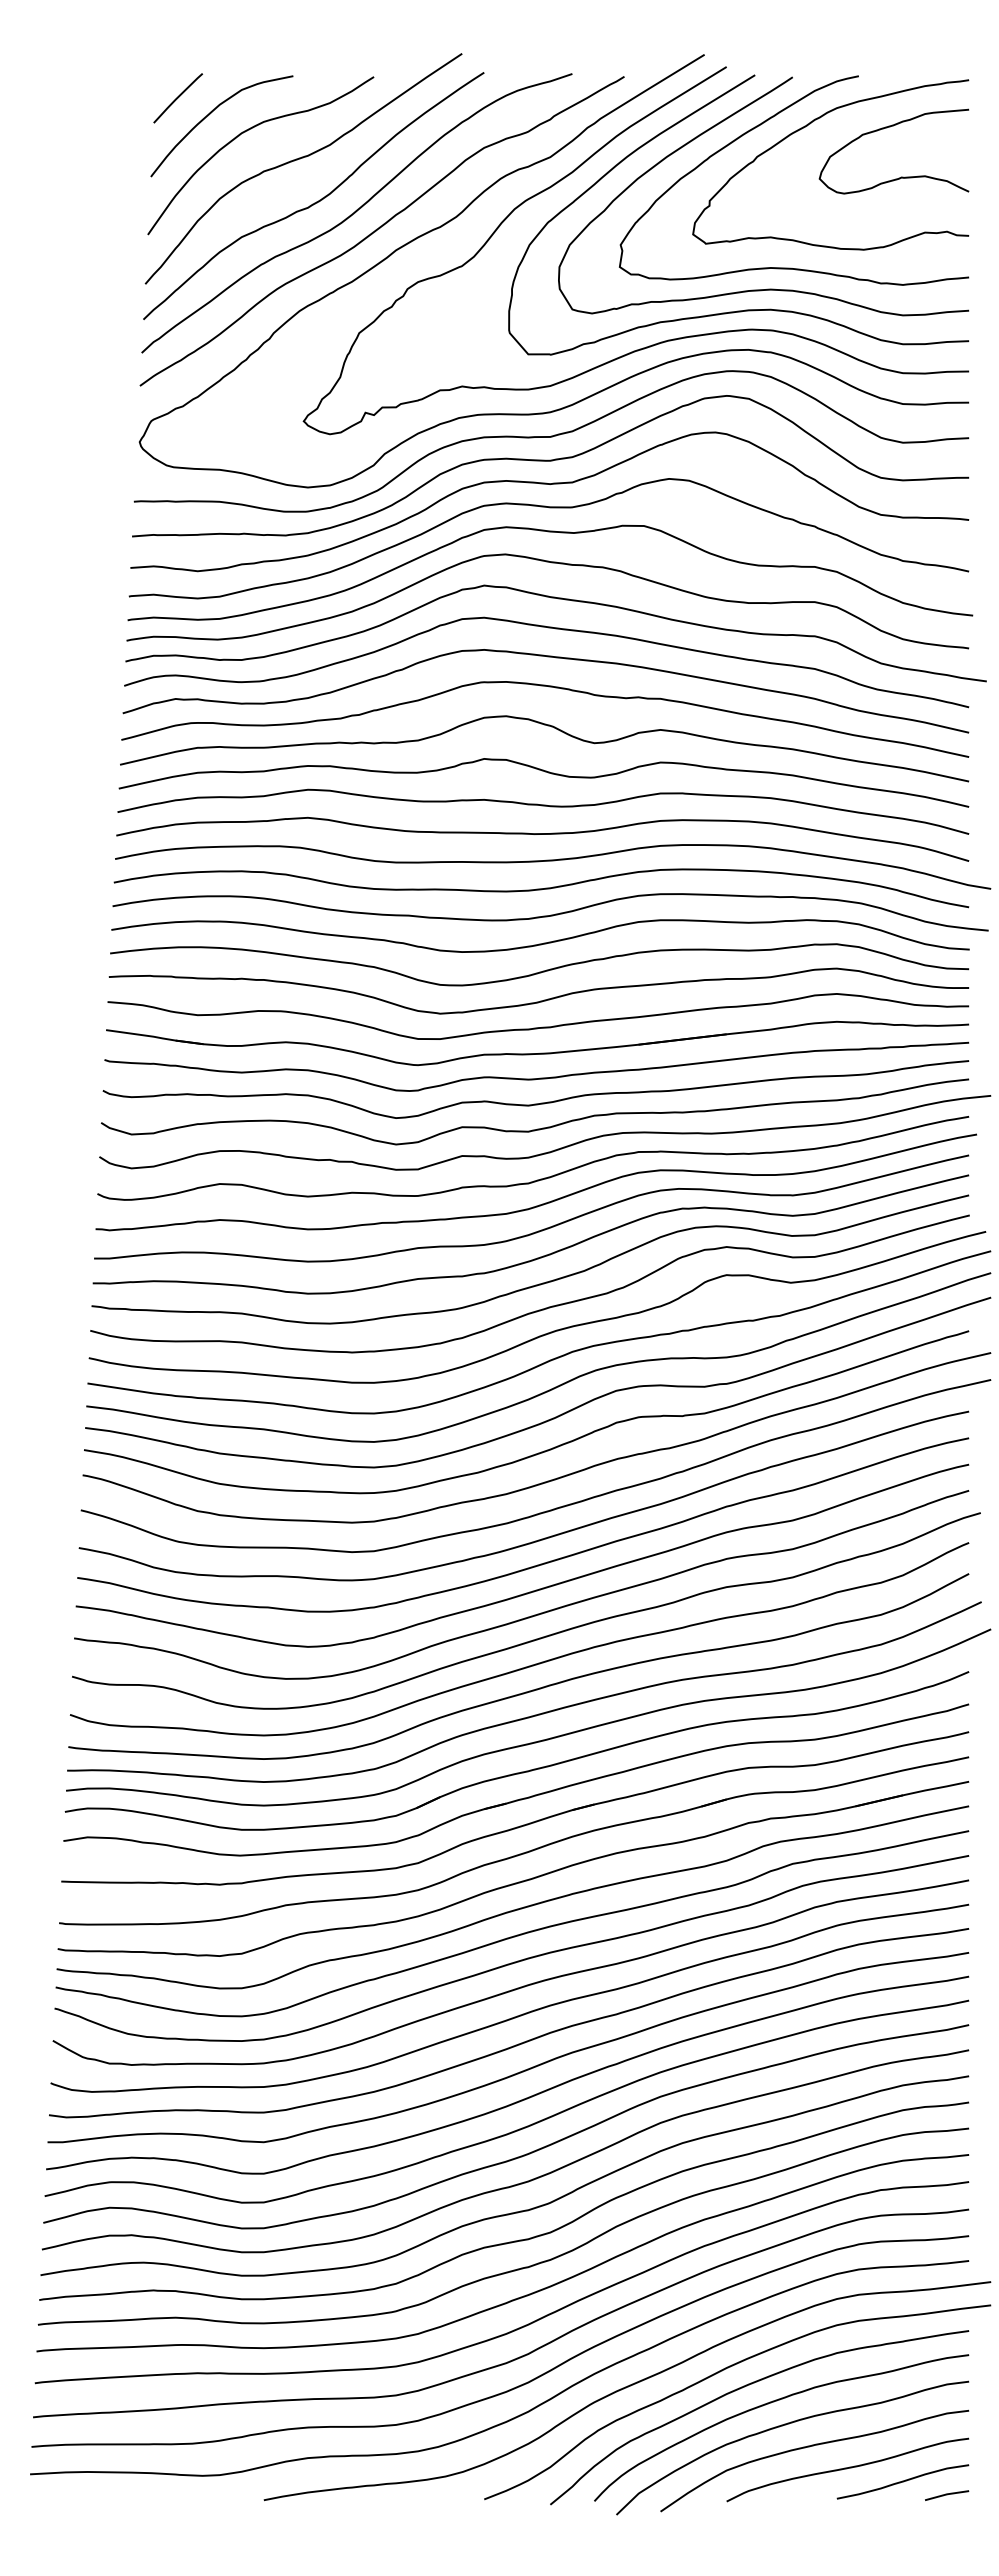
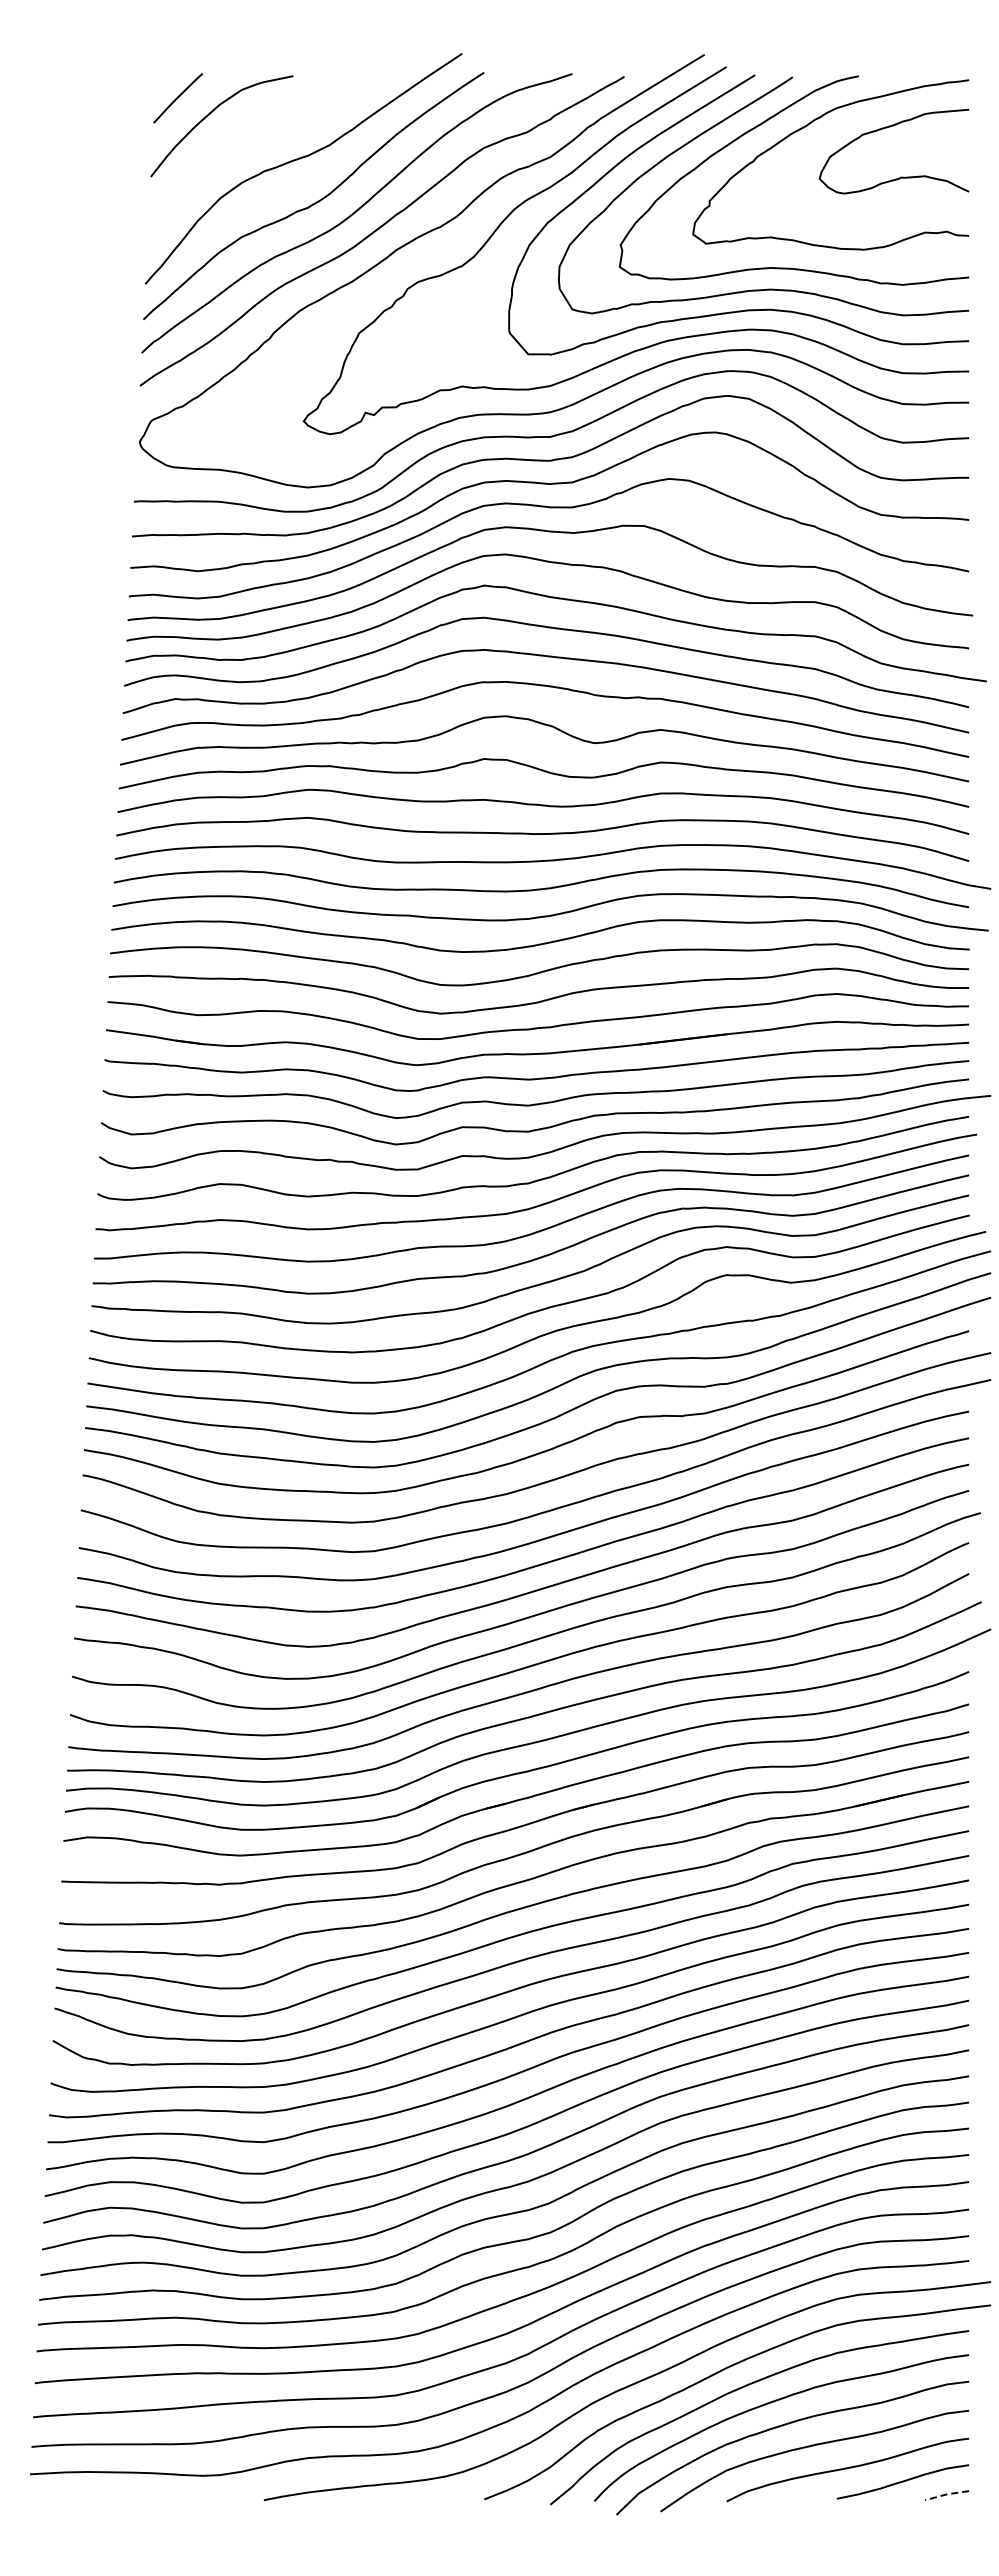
curve at (247, 131): present -> none
line at (947, 2494): solid -> dashed
